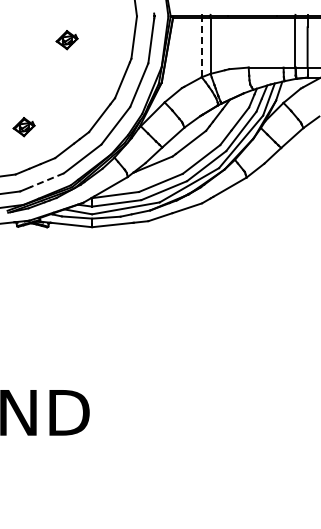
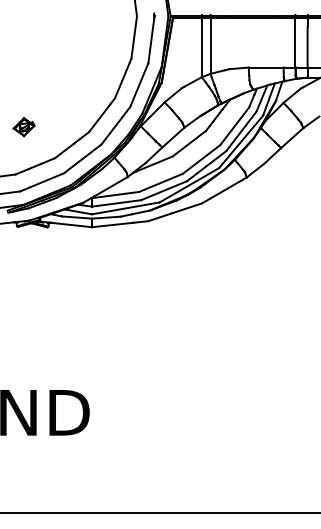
part at (66, 40): present -> none
line at (201, 47): dashed -> solid
line at (46, 180): dashed -> solid
line at (159, 513): none -> present
